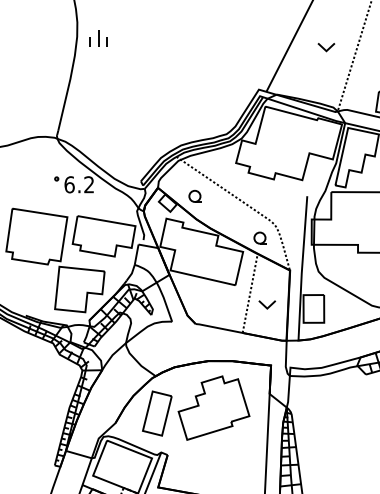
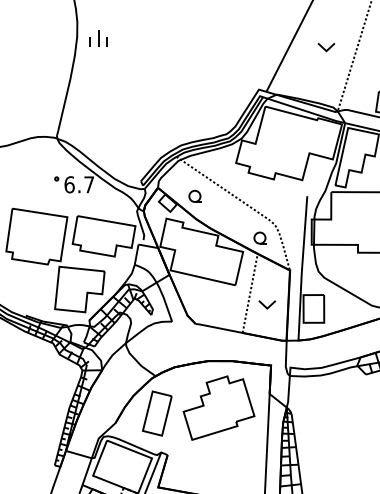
text at (88, 184): 6.2 -> 6.7
part at (213, 407) position: (213, 407) -> (218, 407)
